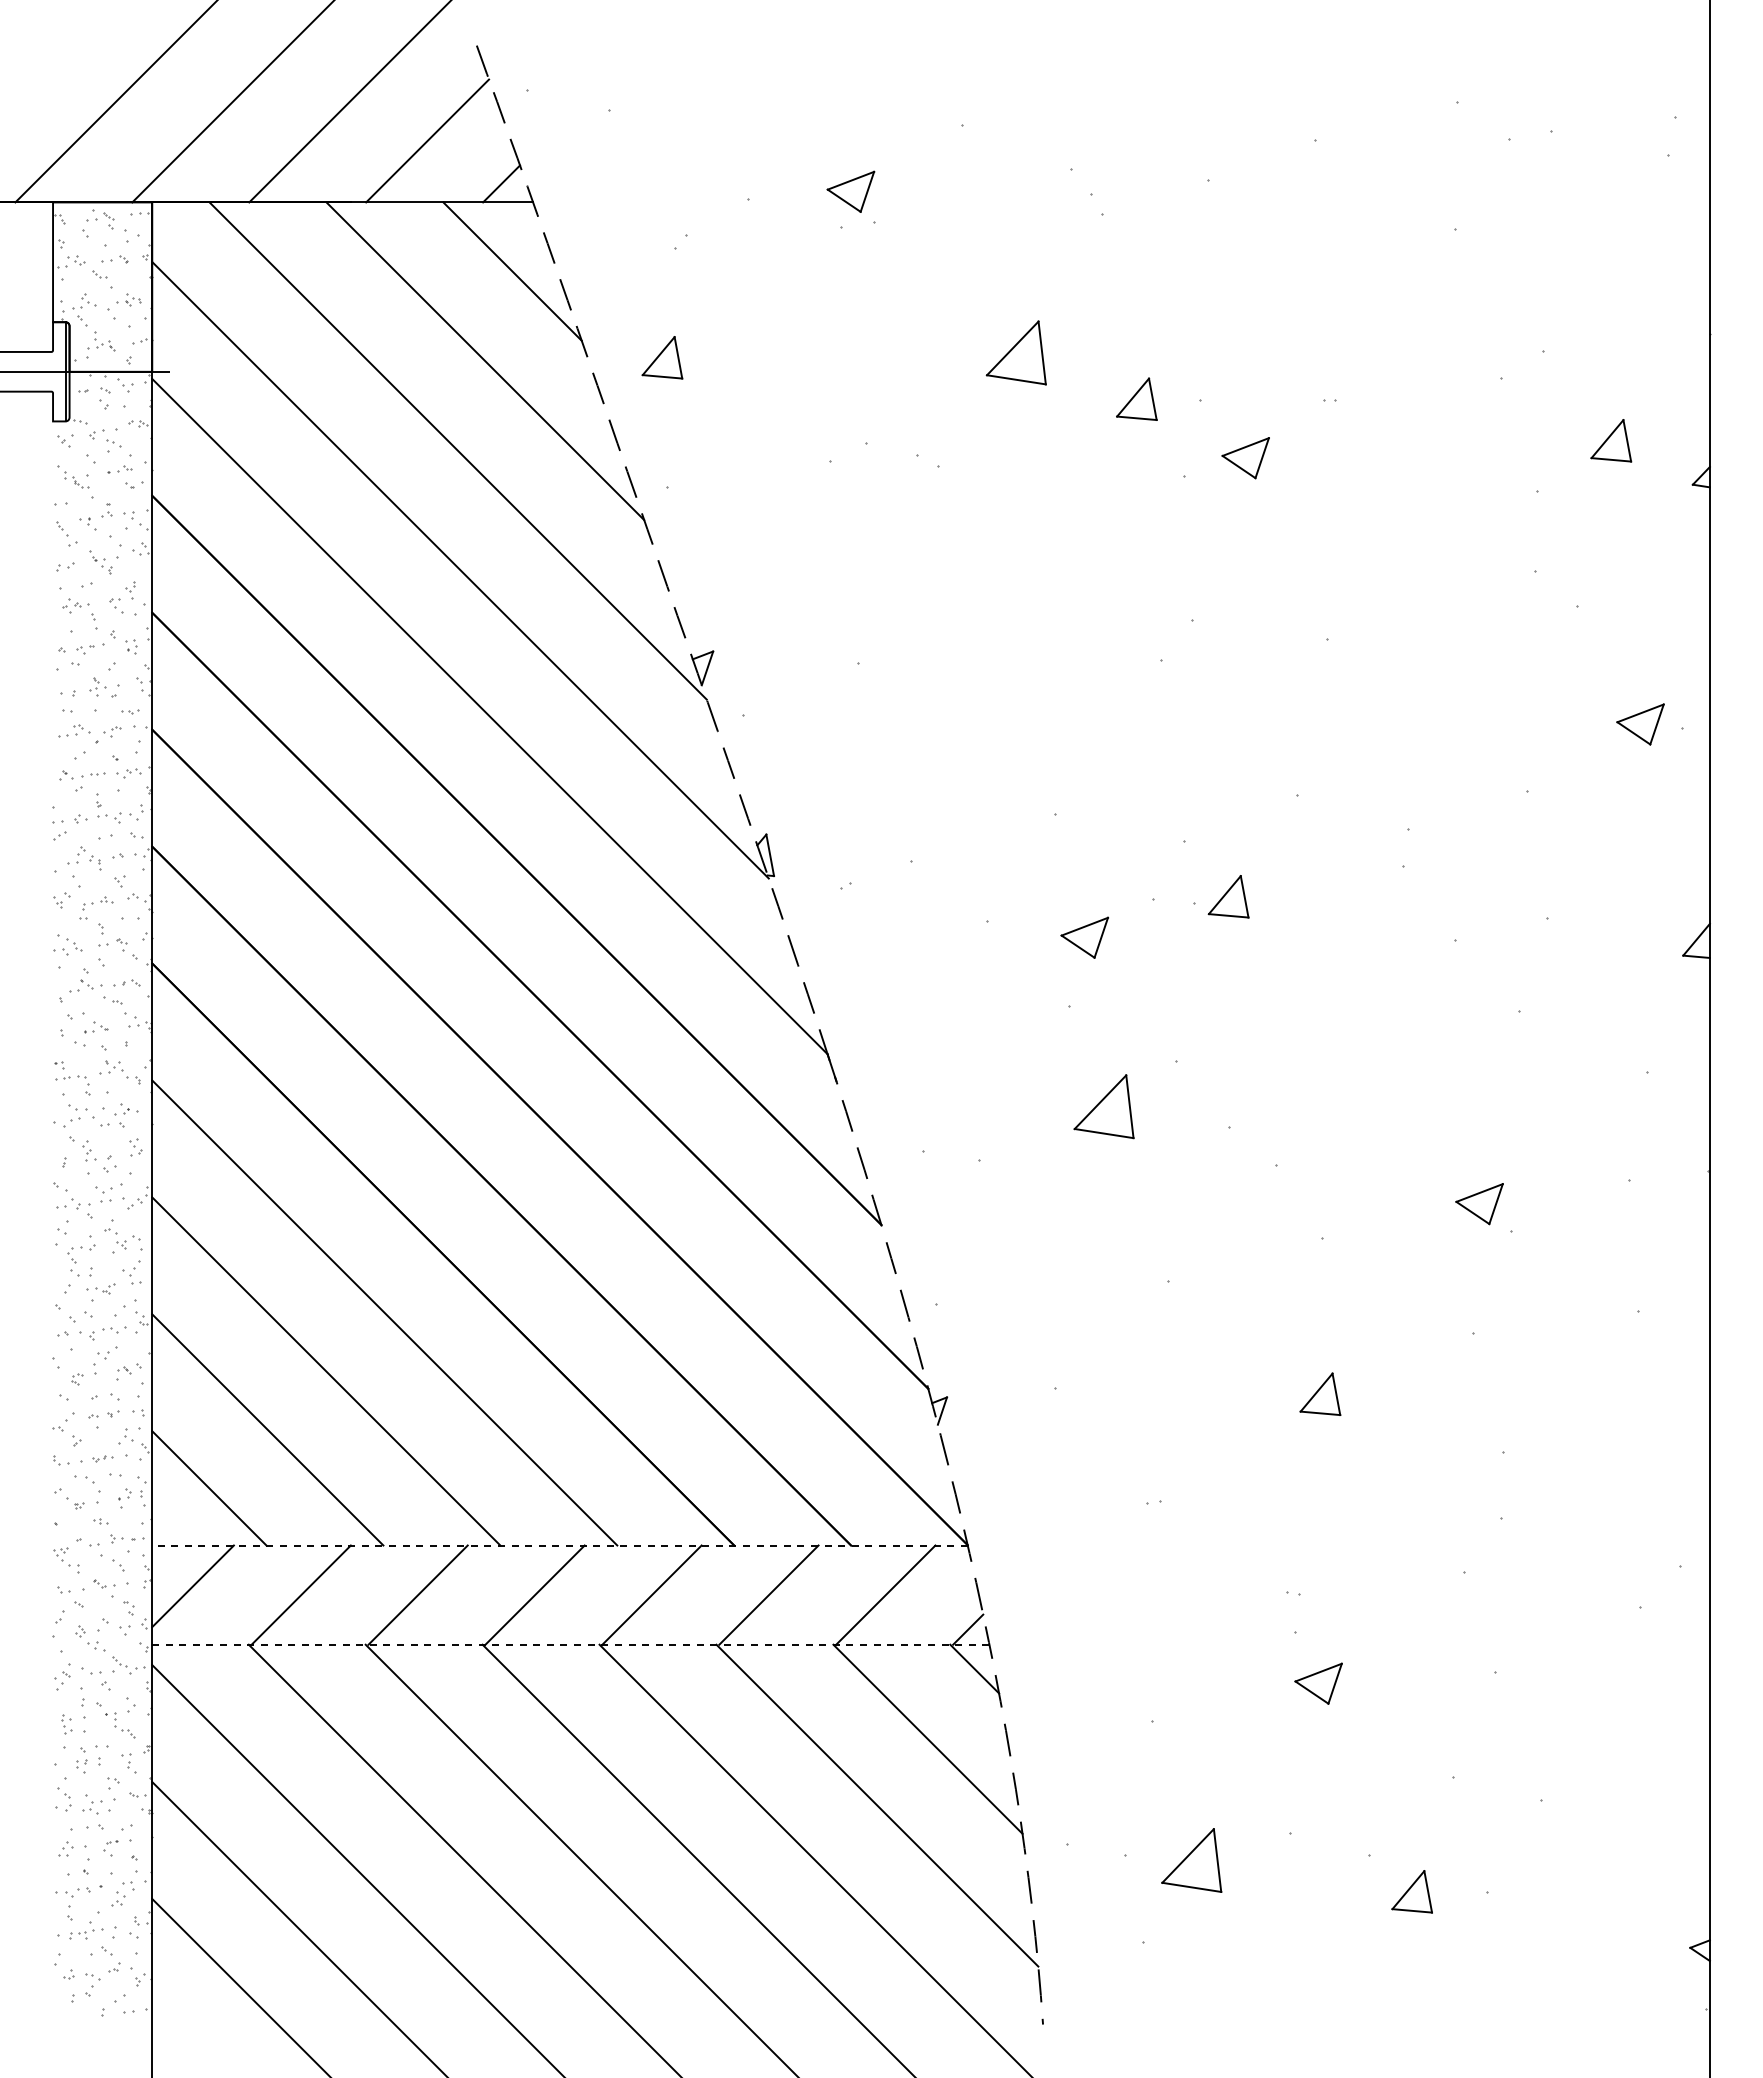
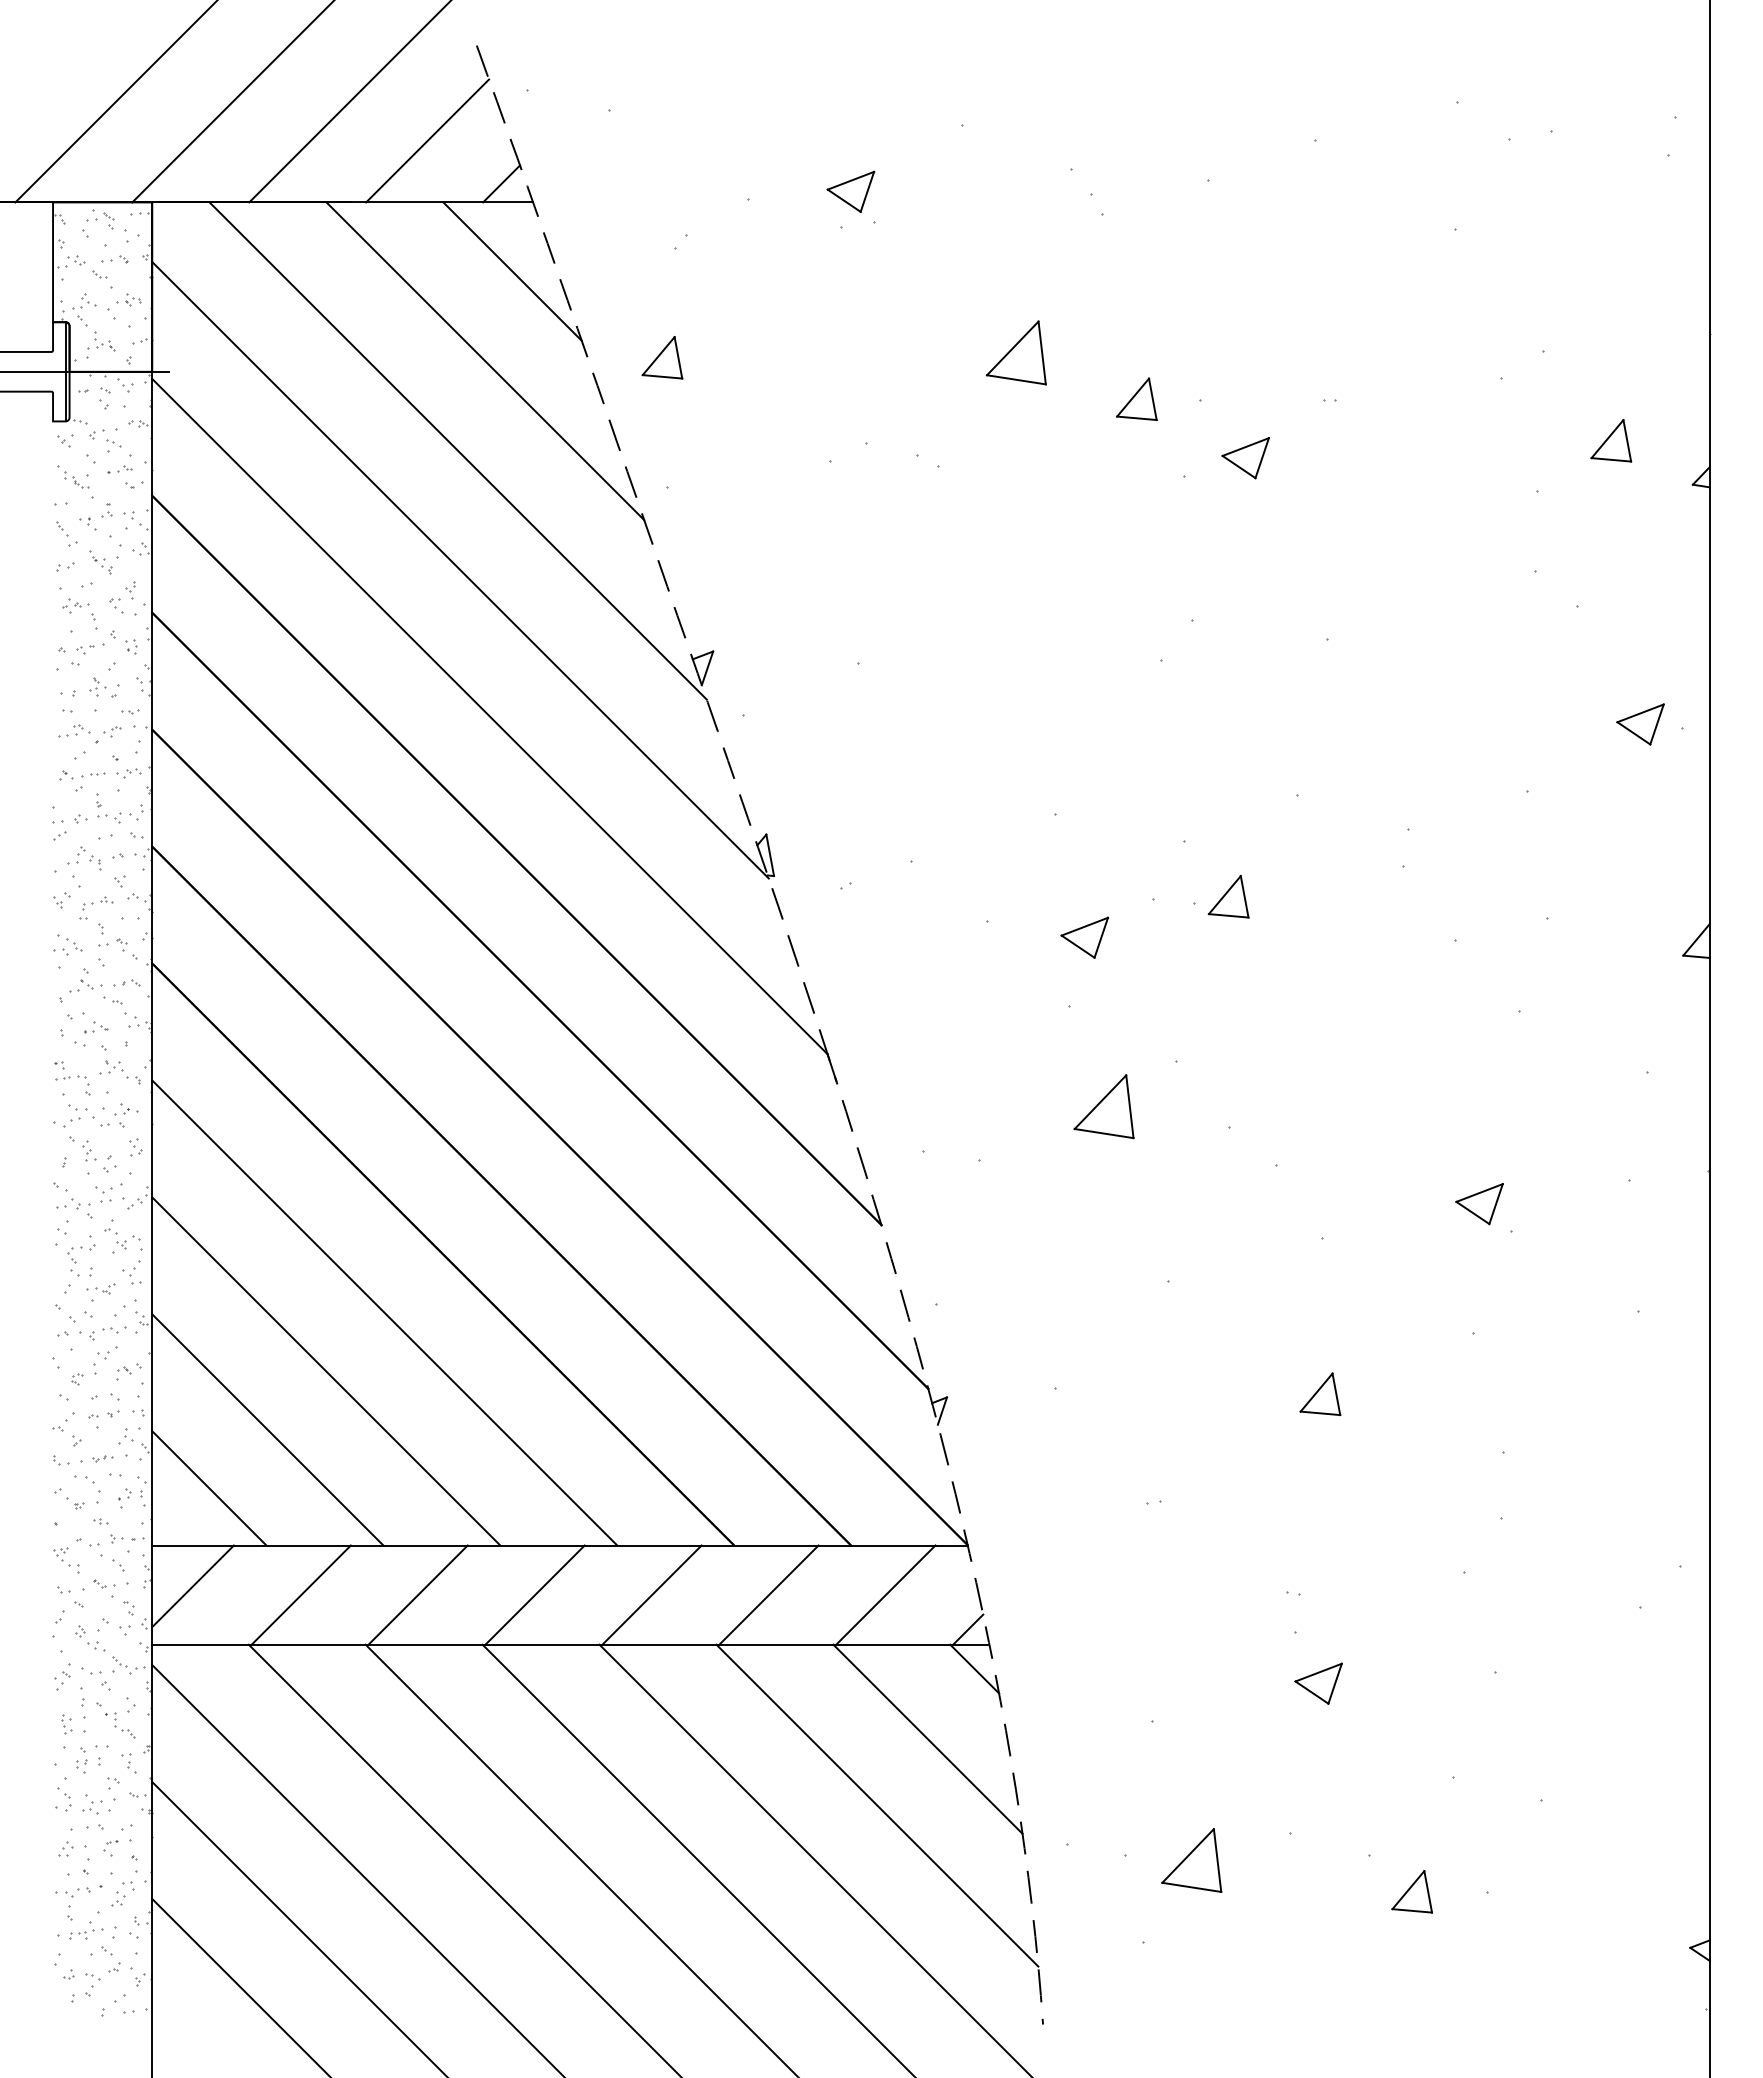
line at (560, 1545): dashed -> solid
line at (570, 1644): dashed -> solid
